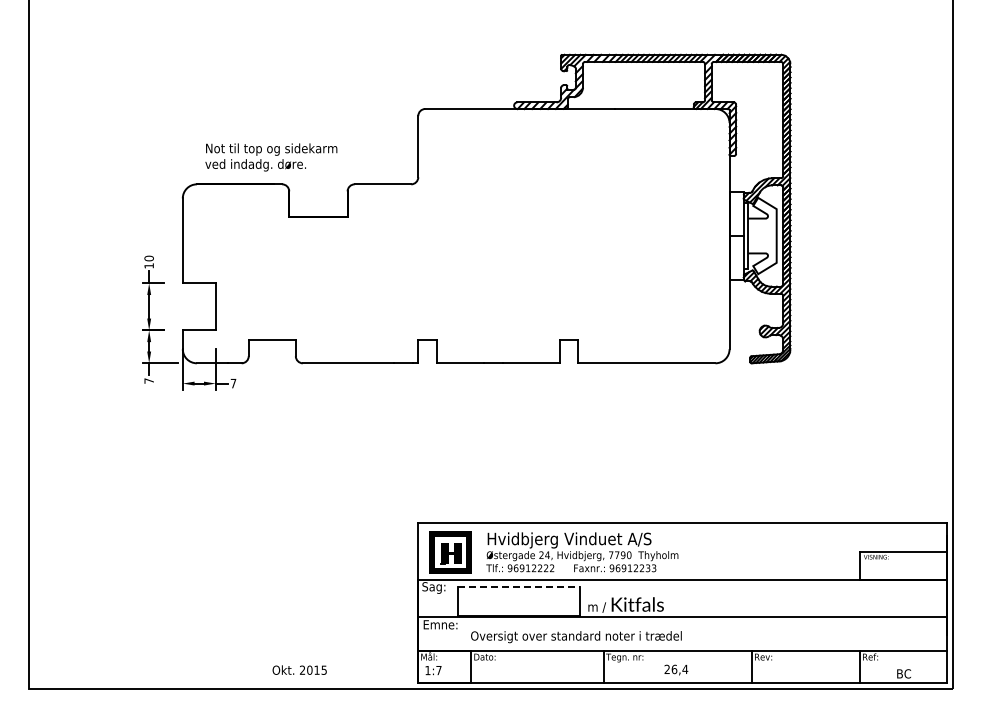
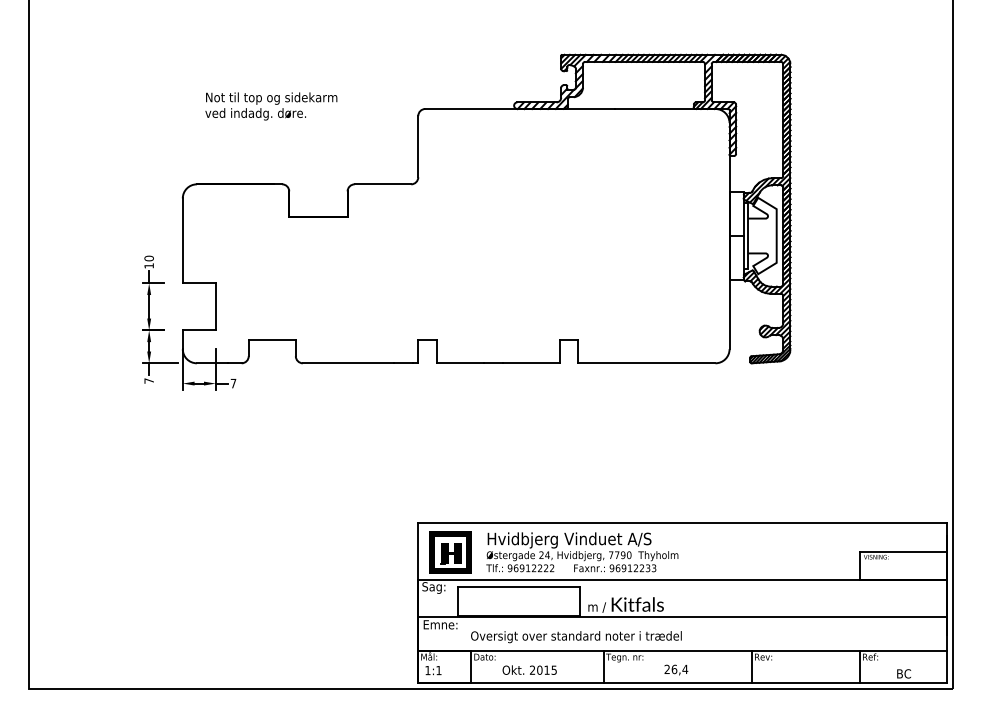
text at (271, 157) position: (271, 157) -> (271, 106)
line at (519, 587): dashed -> solid
text at (299, 669) position: (299, 669) -> (529, 669)
text at (438, 670): 1:7 -> 1:1
